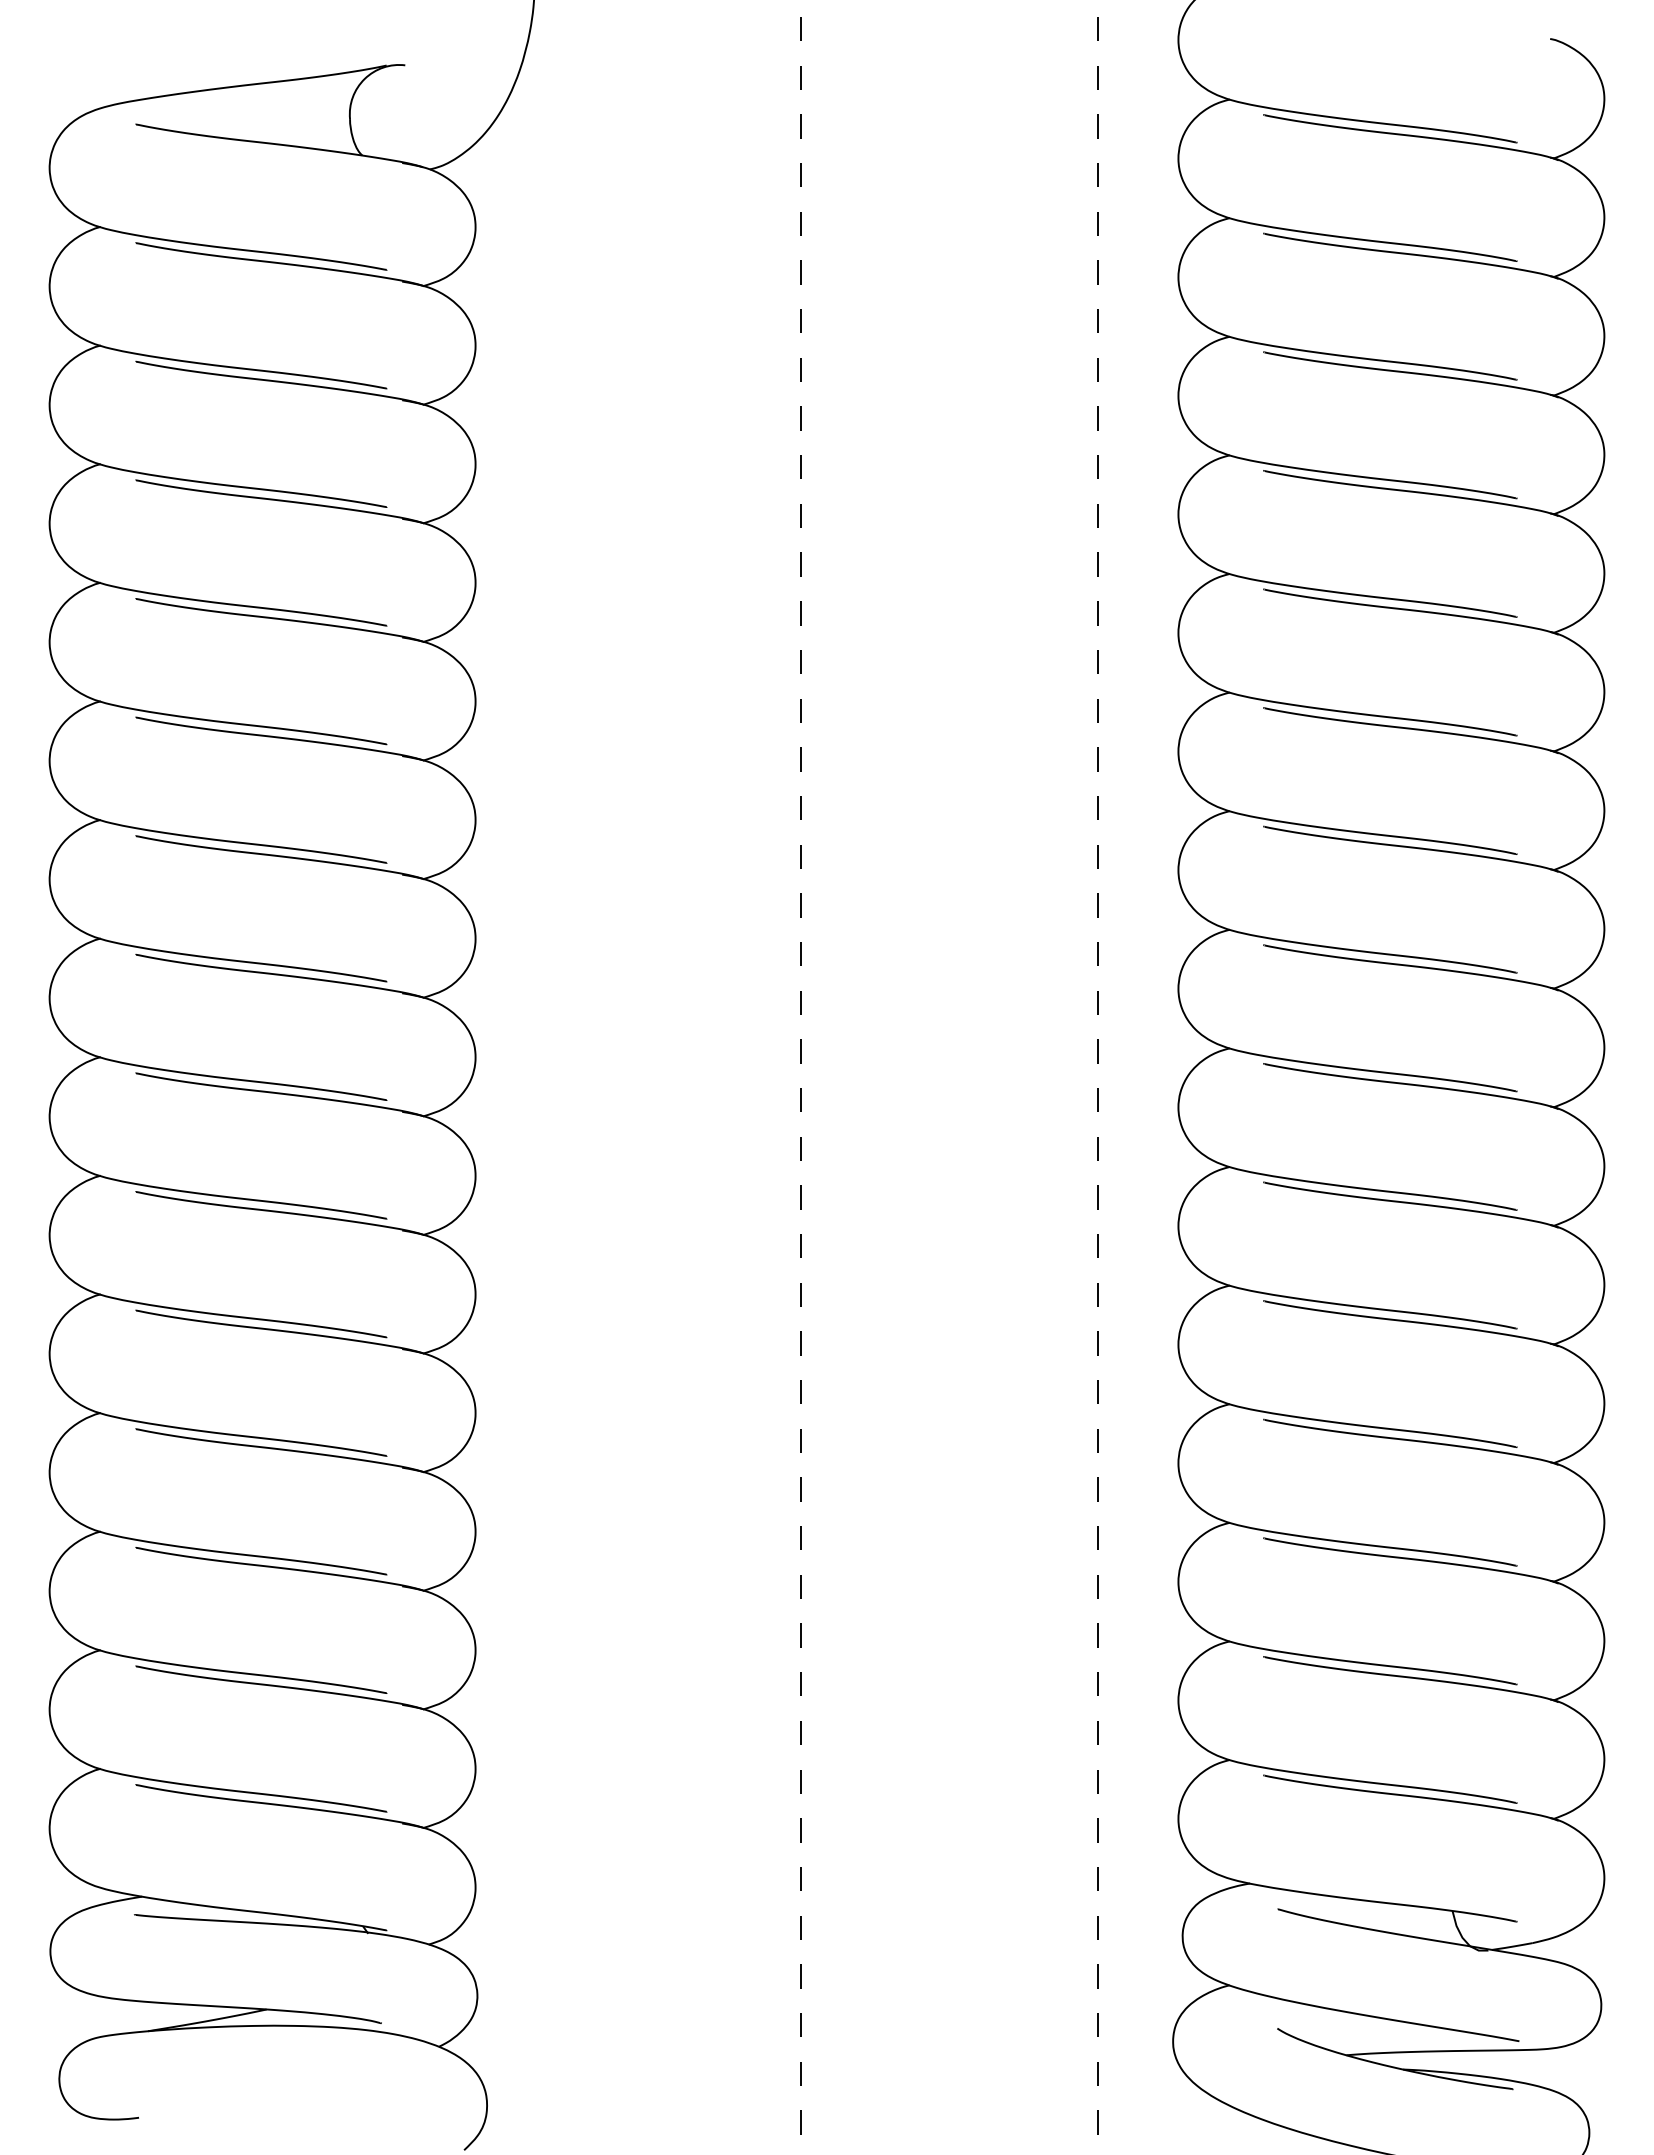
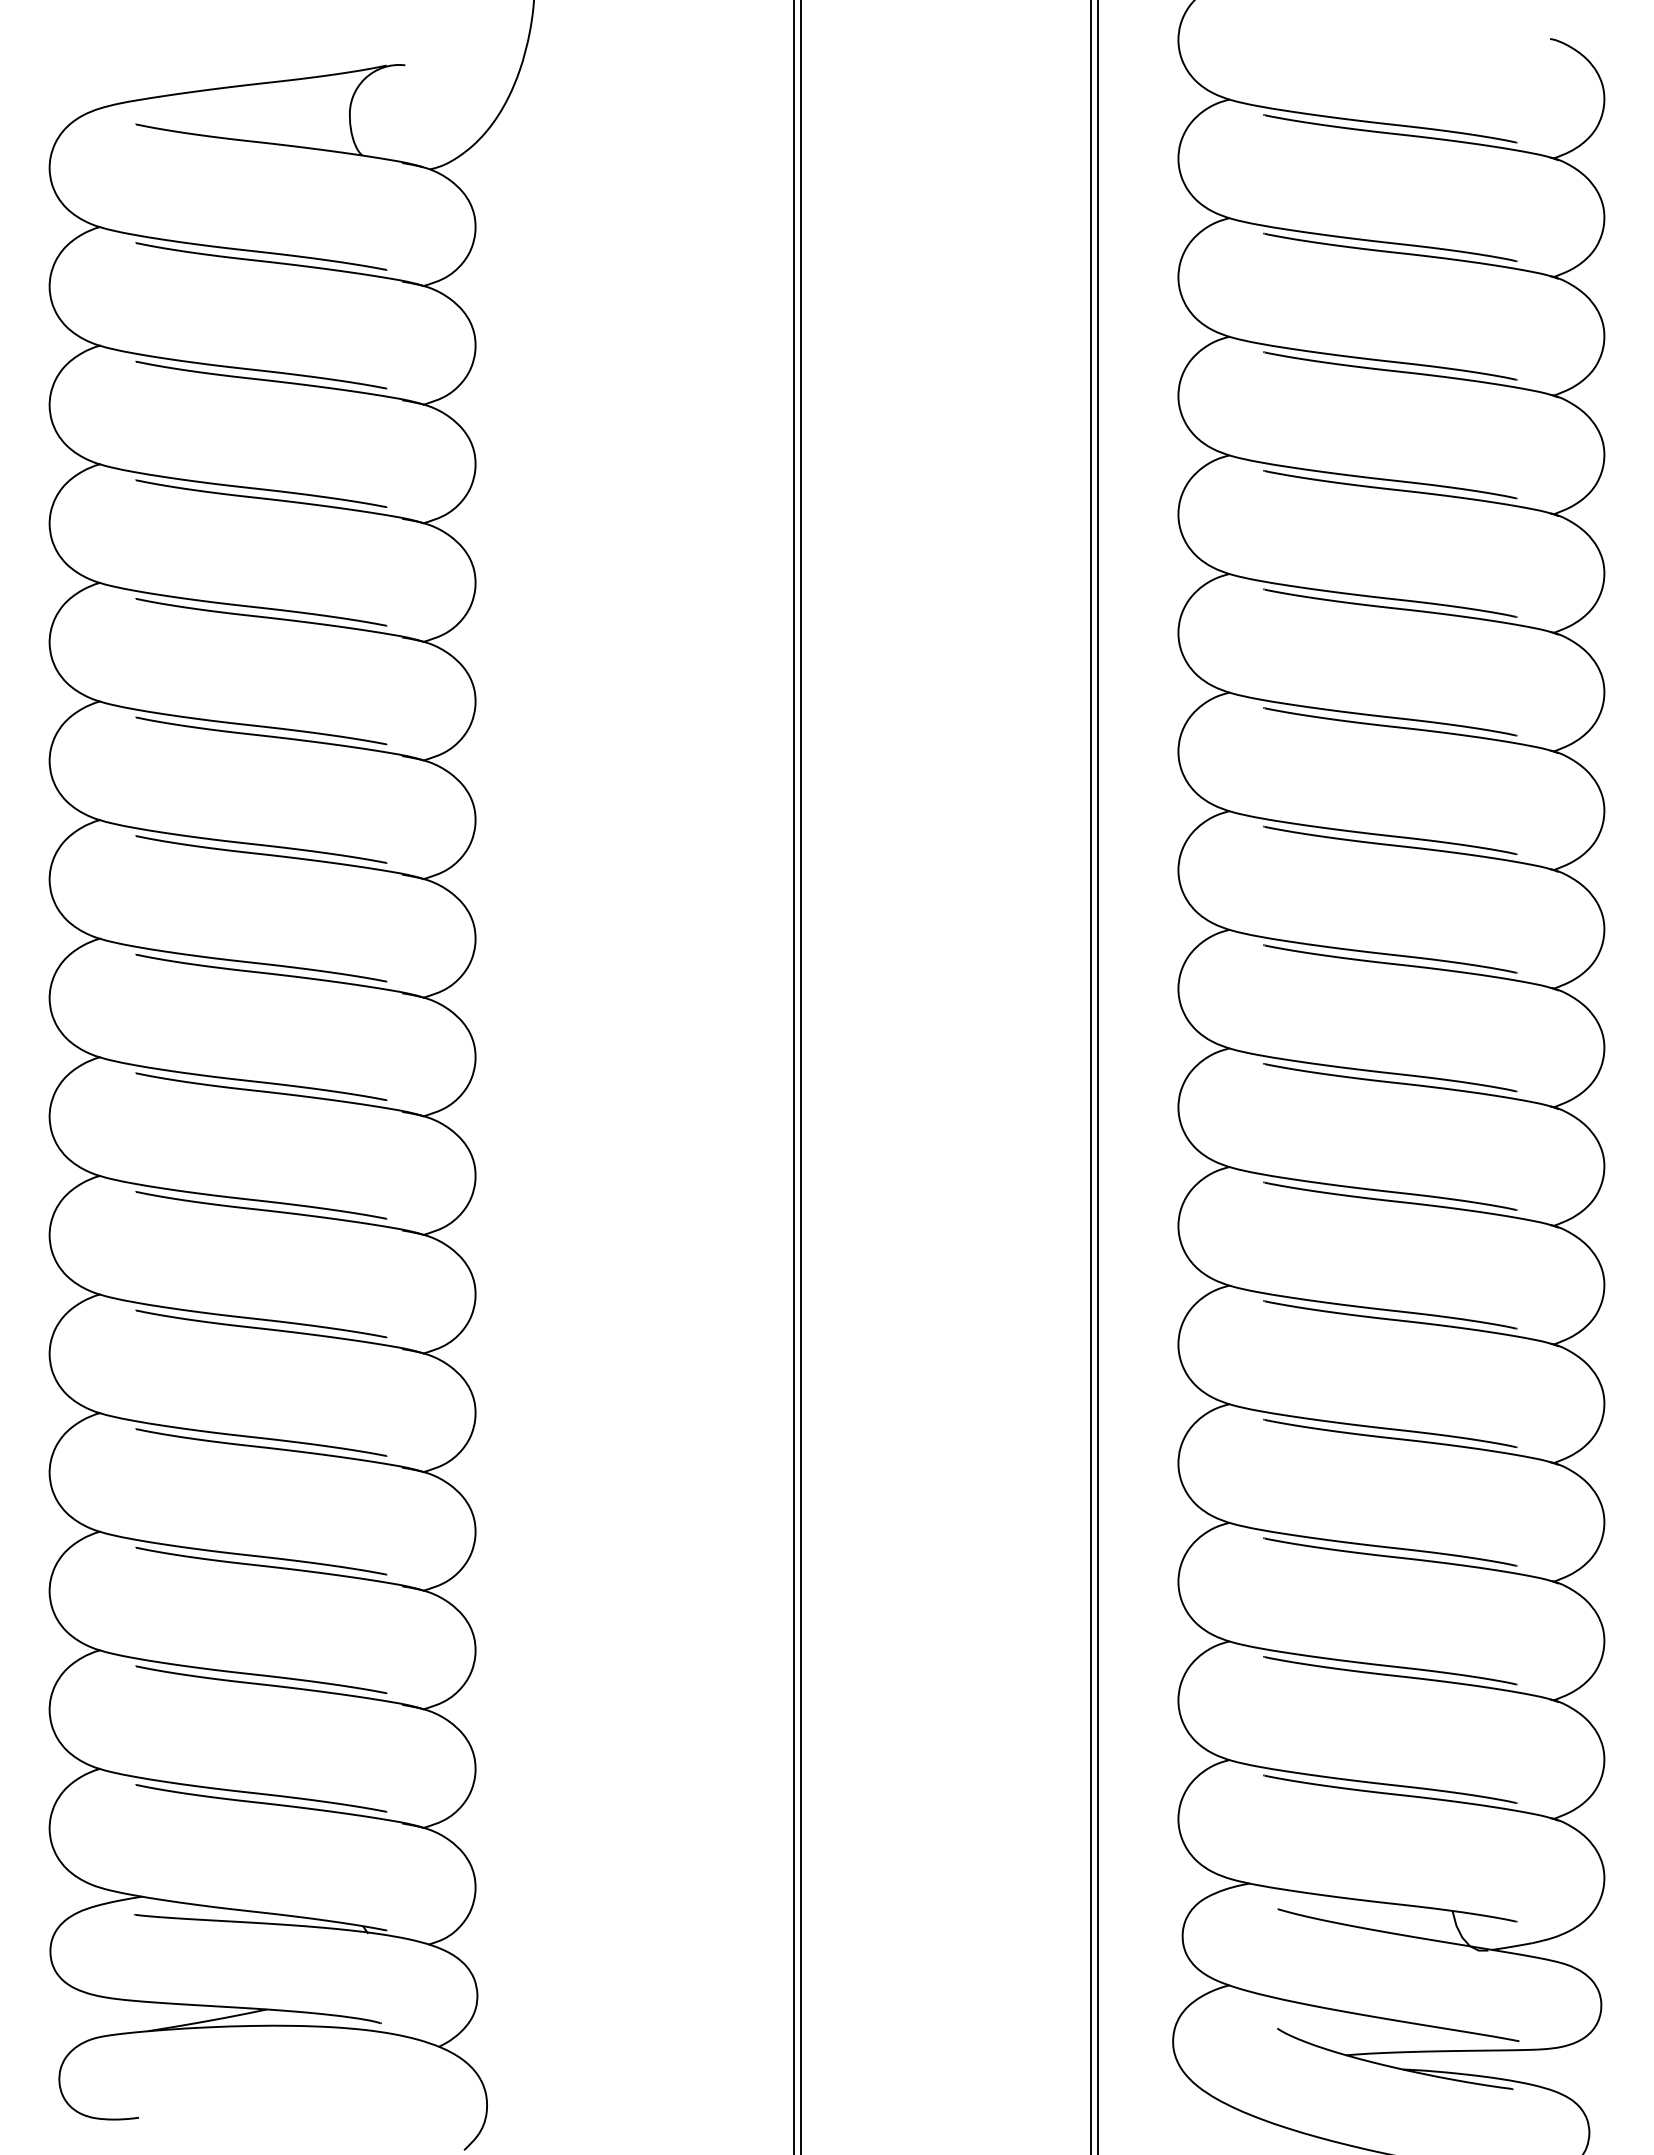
line at (793, 1076): none -> present
line at (1090, 1076): none -> present
line at (800, 1077): dashed -> solid
line at (1097, 1077): dashed -> solid
